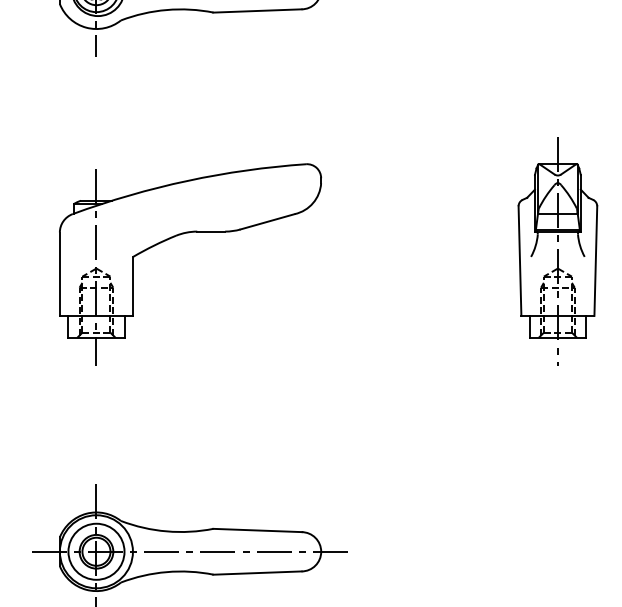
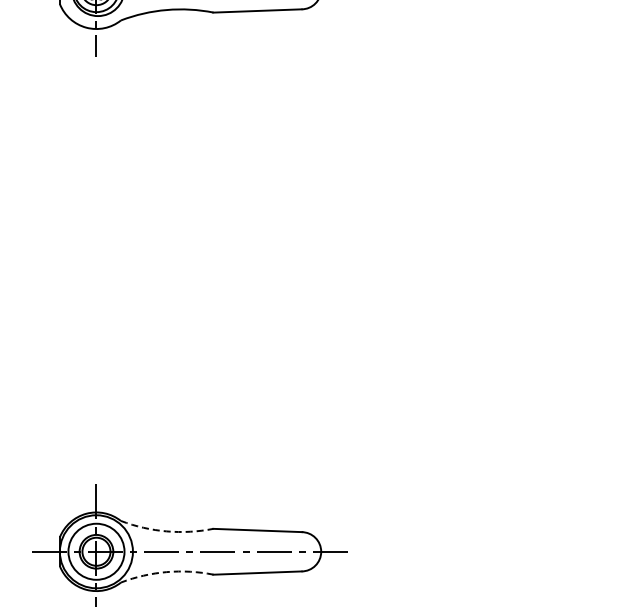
part at (180, 235): present -> none
part at (557, 251): present -> none
arc at (166, 531): solid -> dashed
arc at (166, 572): solid -> dashed
